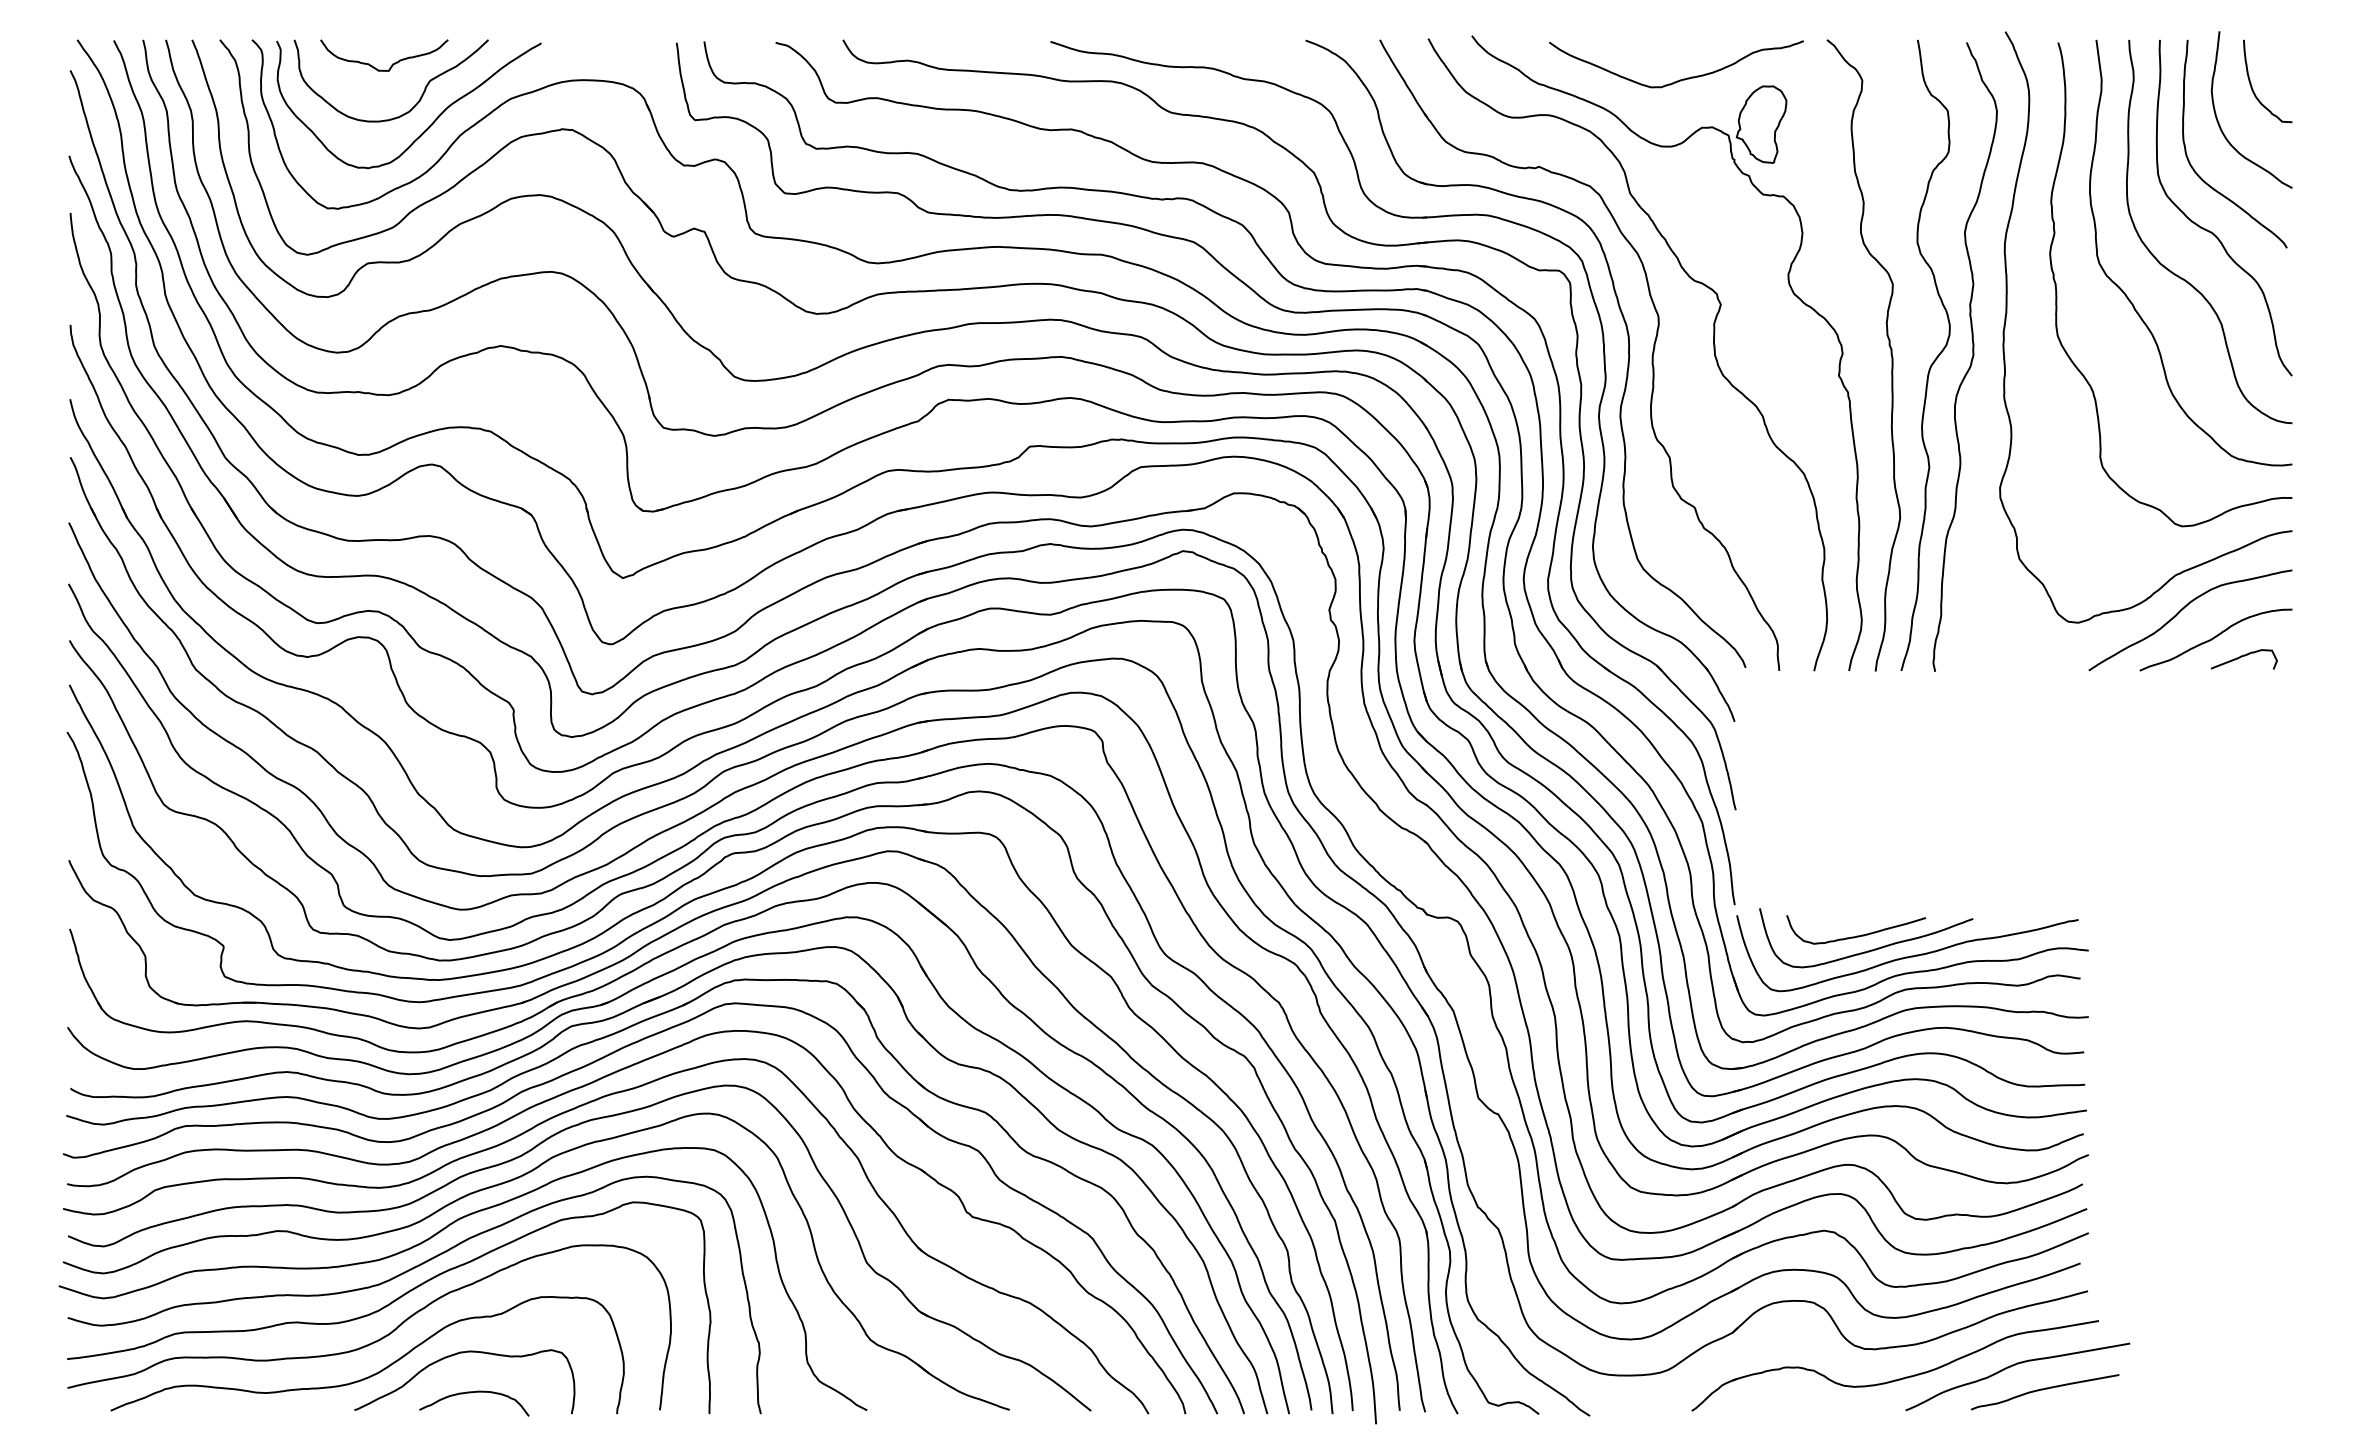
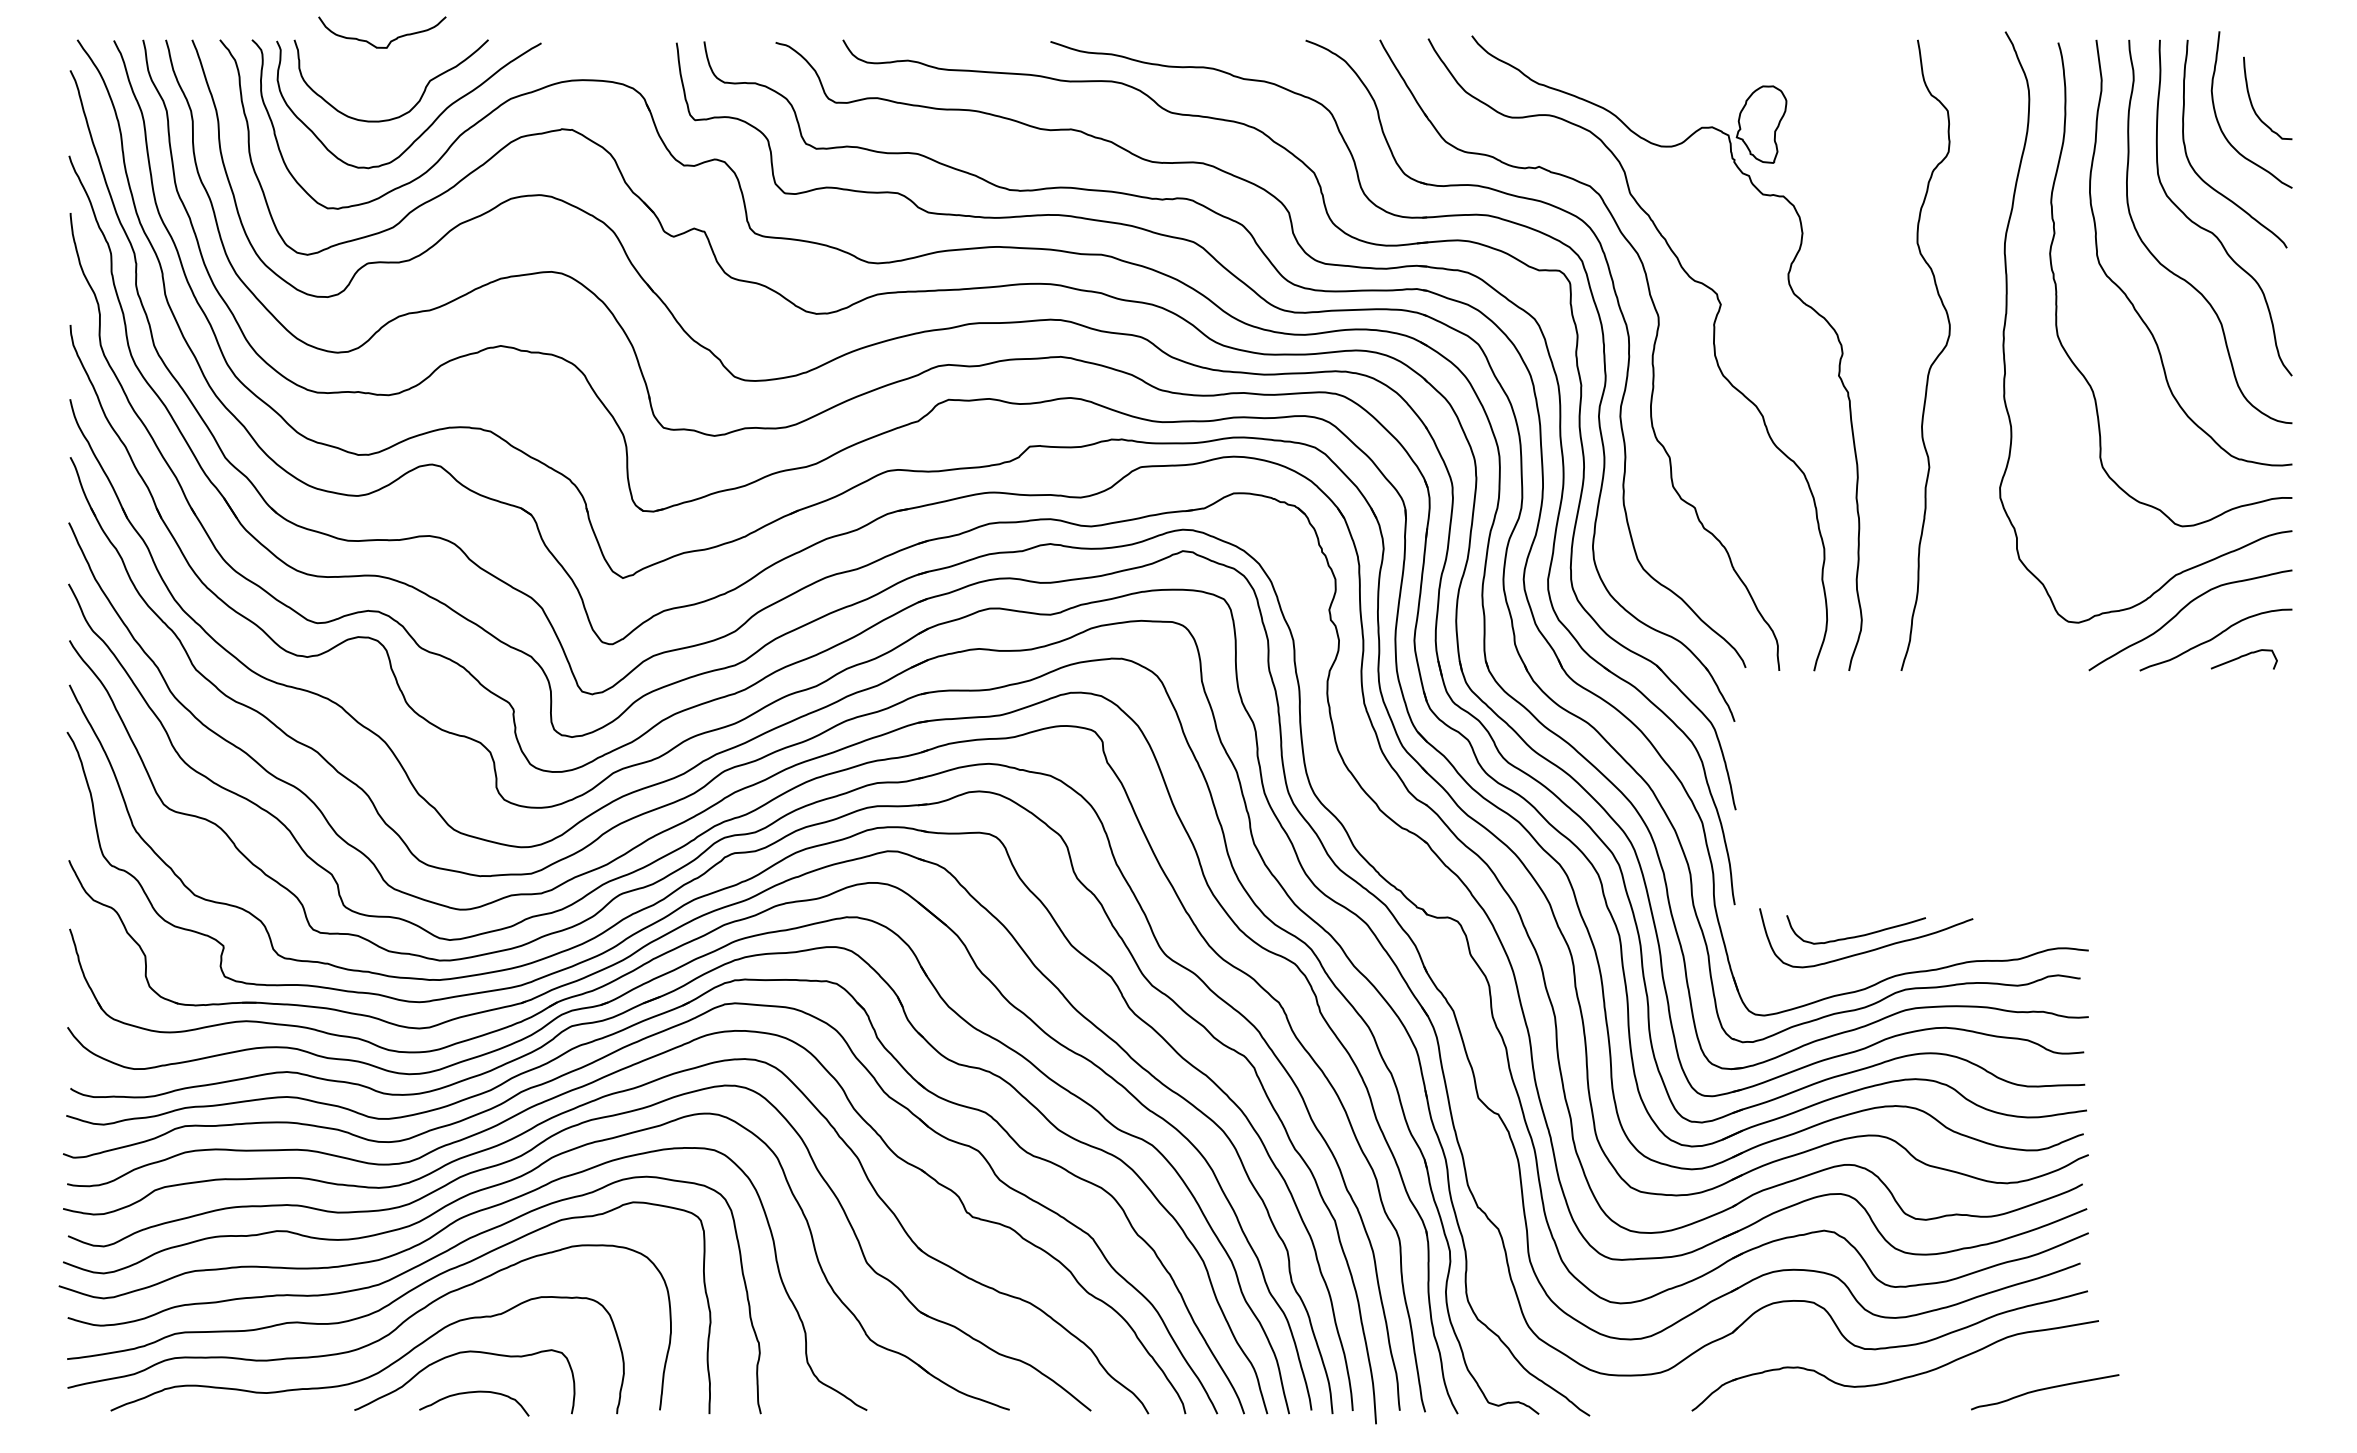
curve at (392, 63) position: (392, 63) -> (390, 40)
curve at (1679, 79): present -> none
curve at (2252, 86) position: (2252, 86) -> (2252, 103)
curve at (1888, 345): present -> none
curve at (1971, 357): present -> none
curve at (1907, 956): present -> none
curve at (2013, 1366): present -> none
